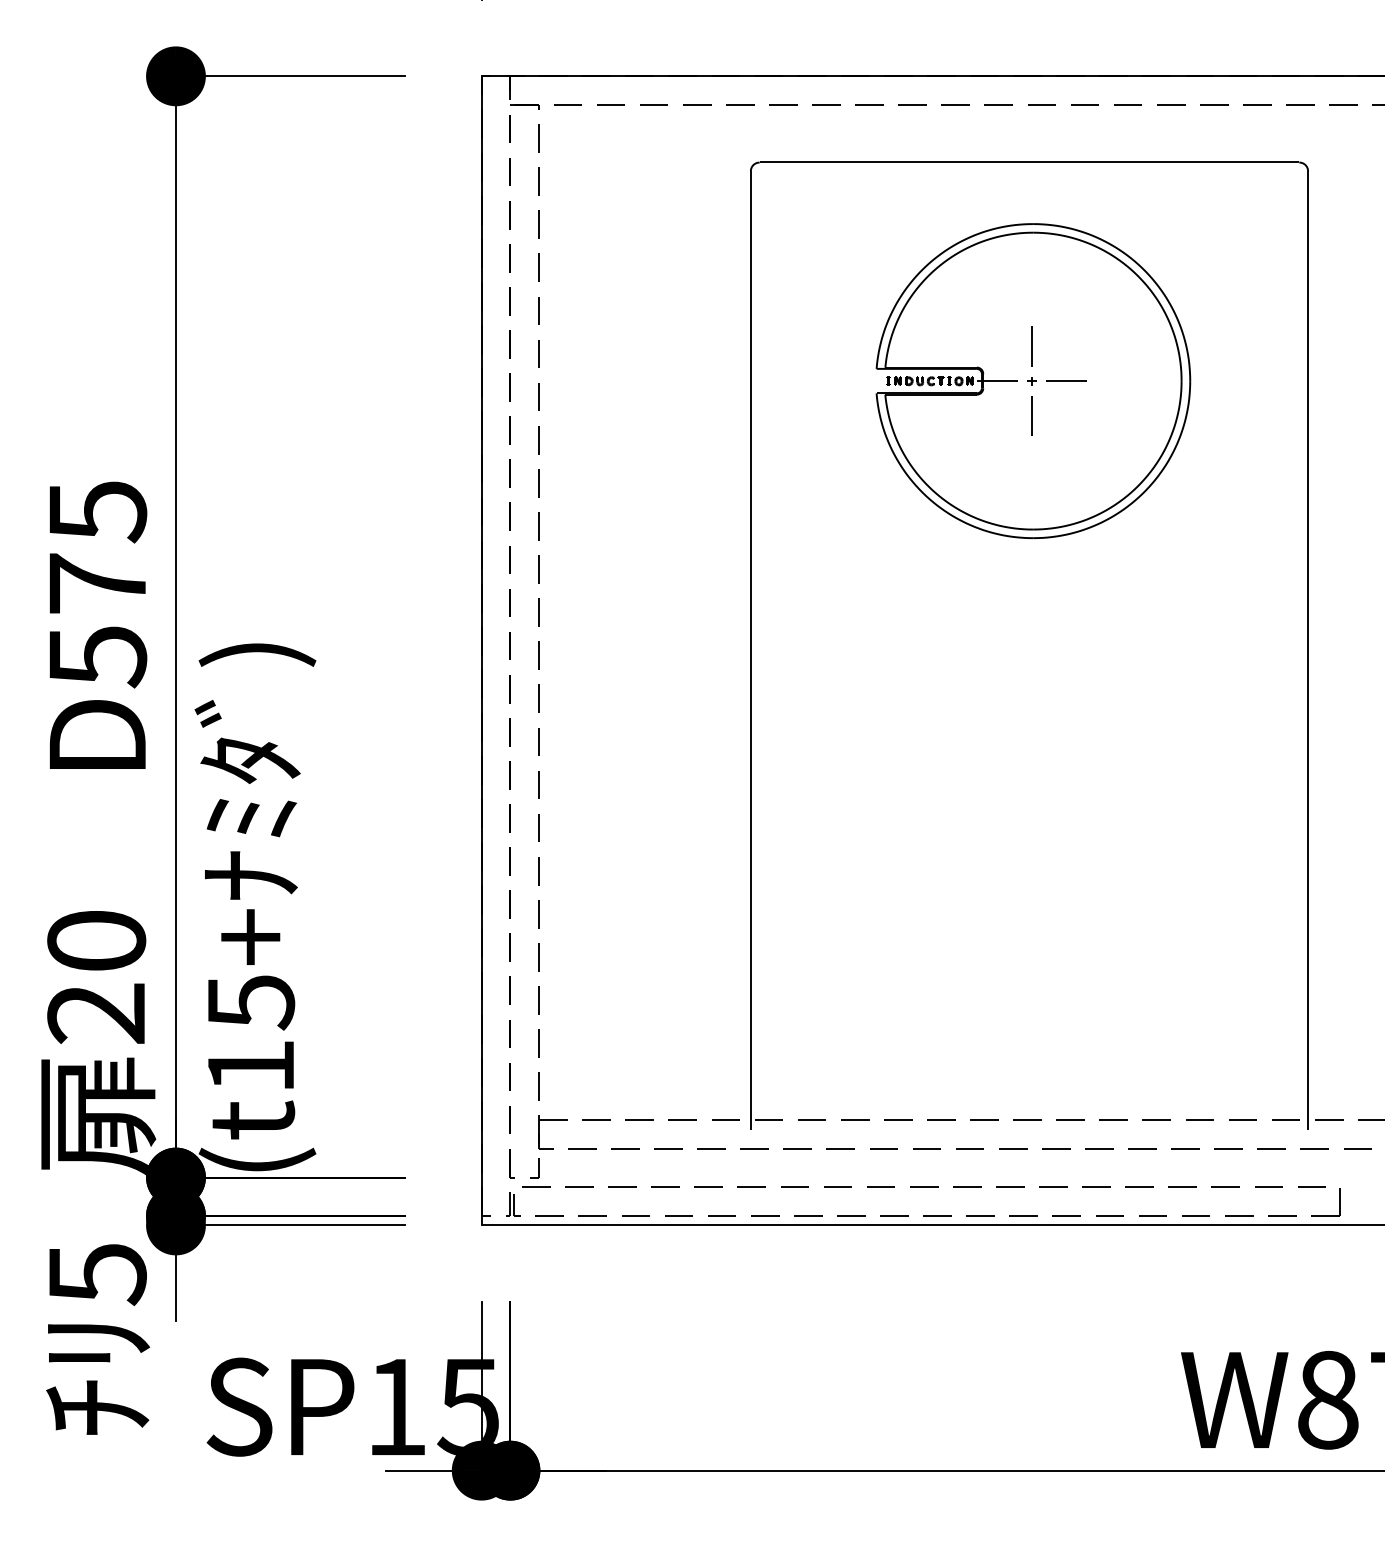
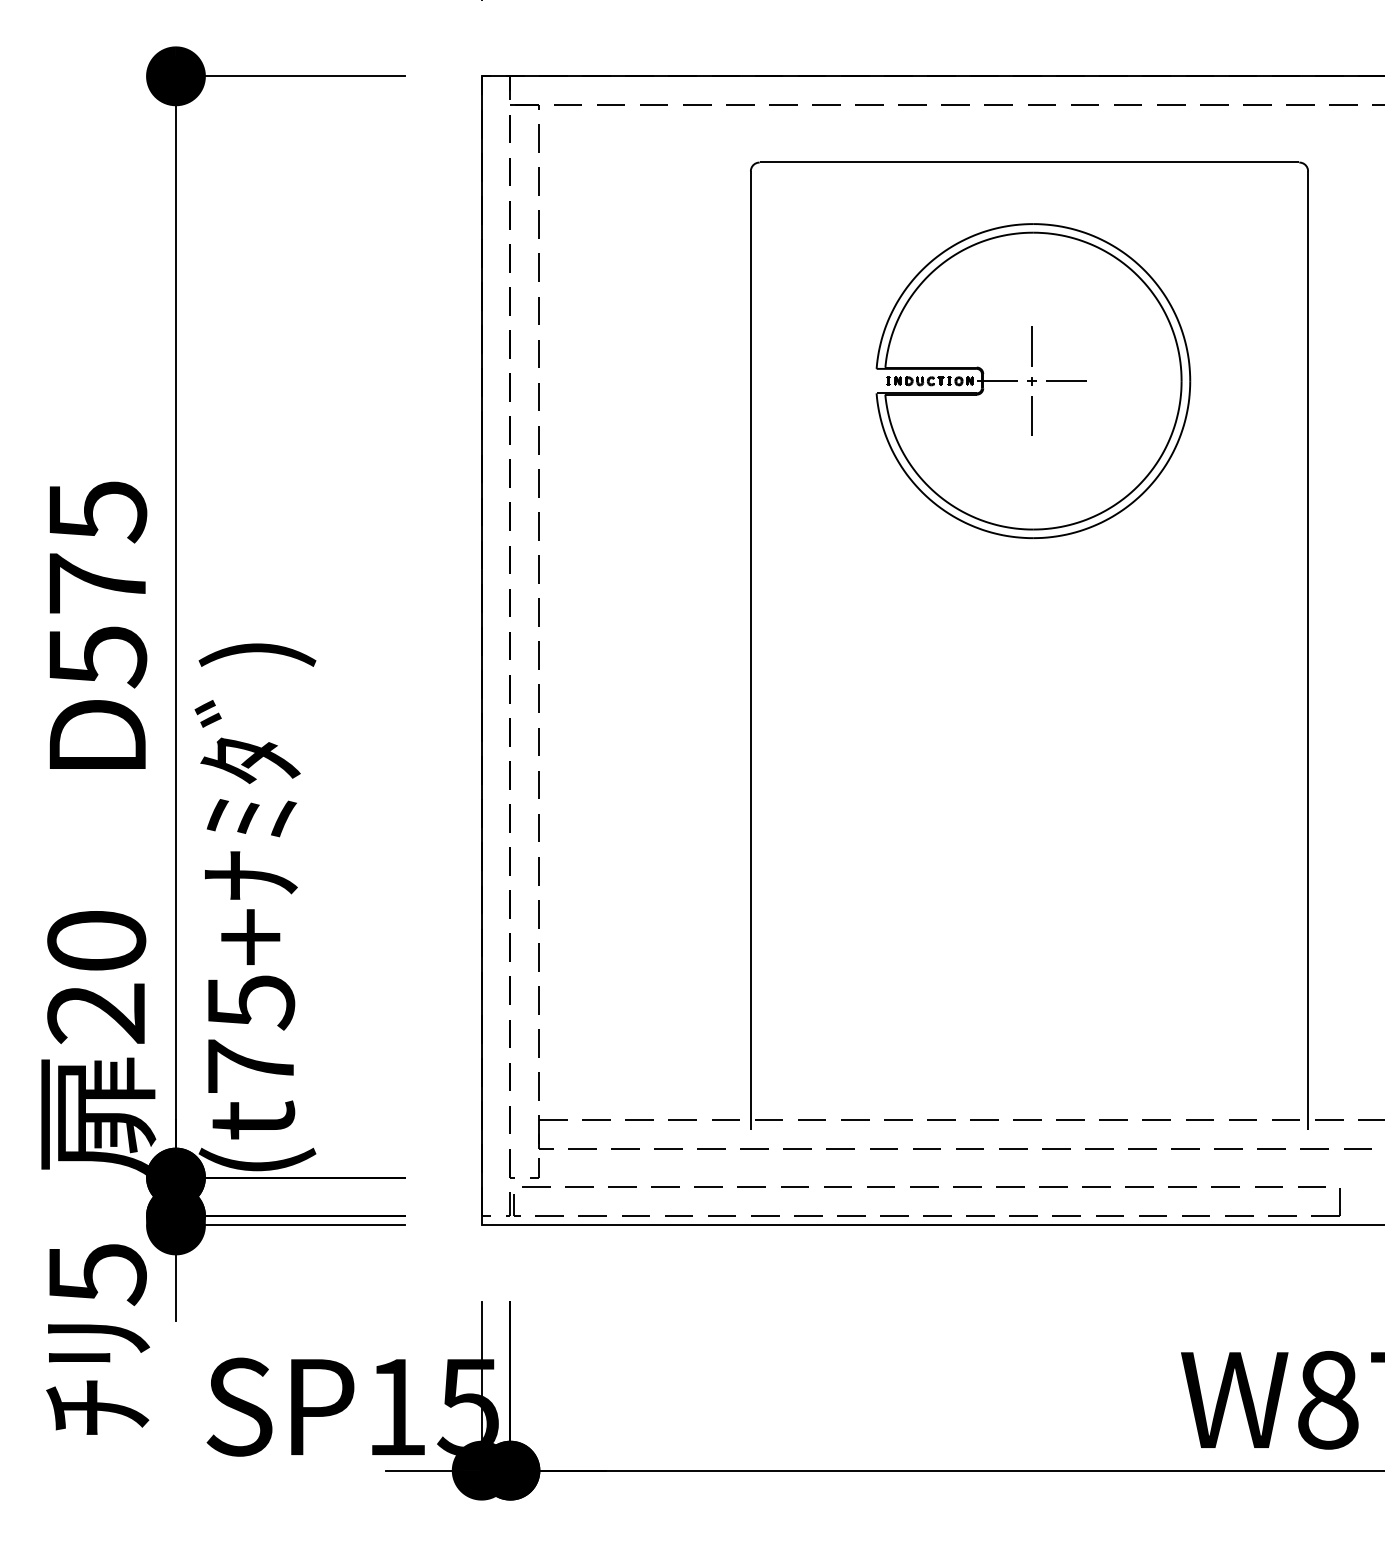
text at (250, 1065): (t15+ -> (t75+
